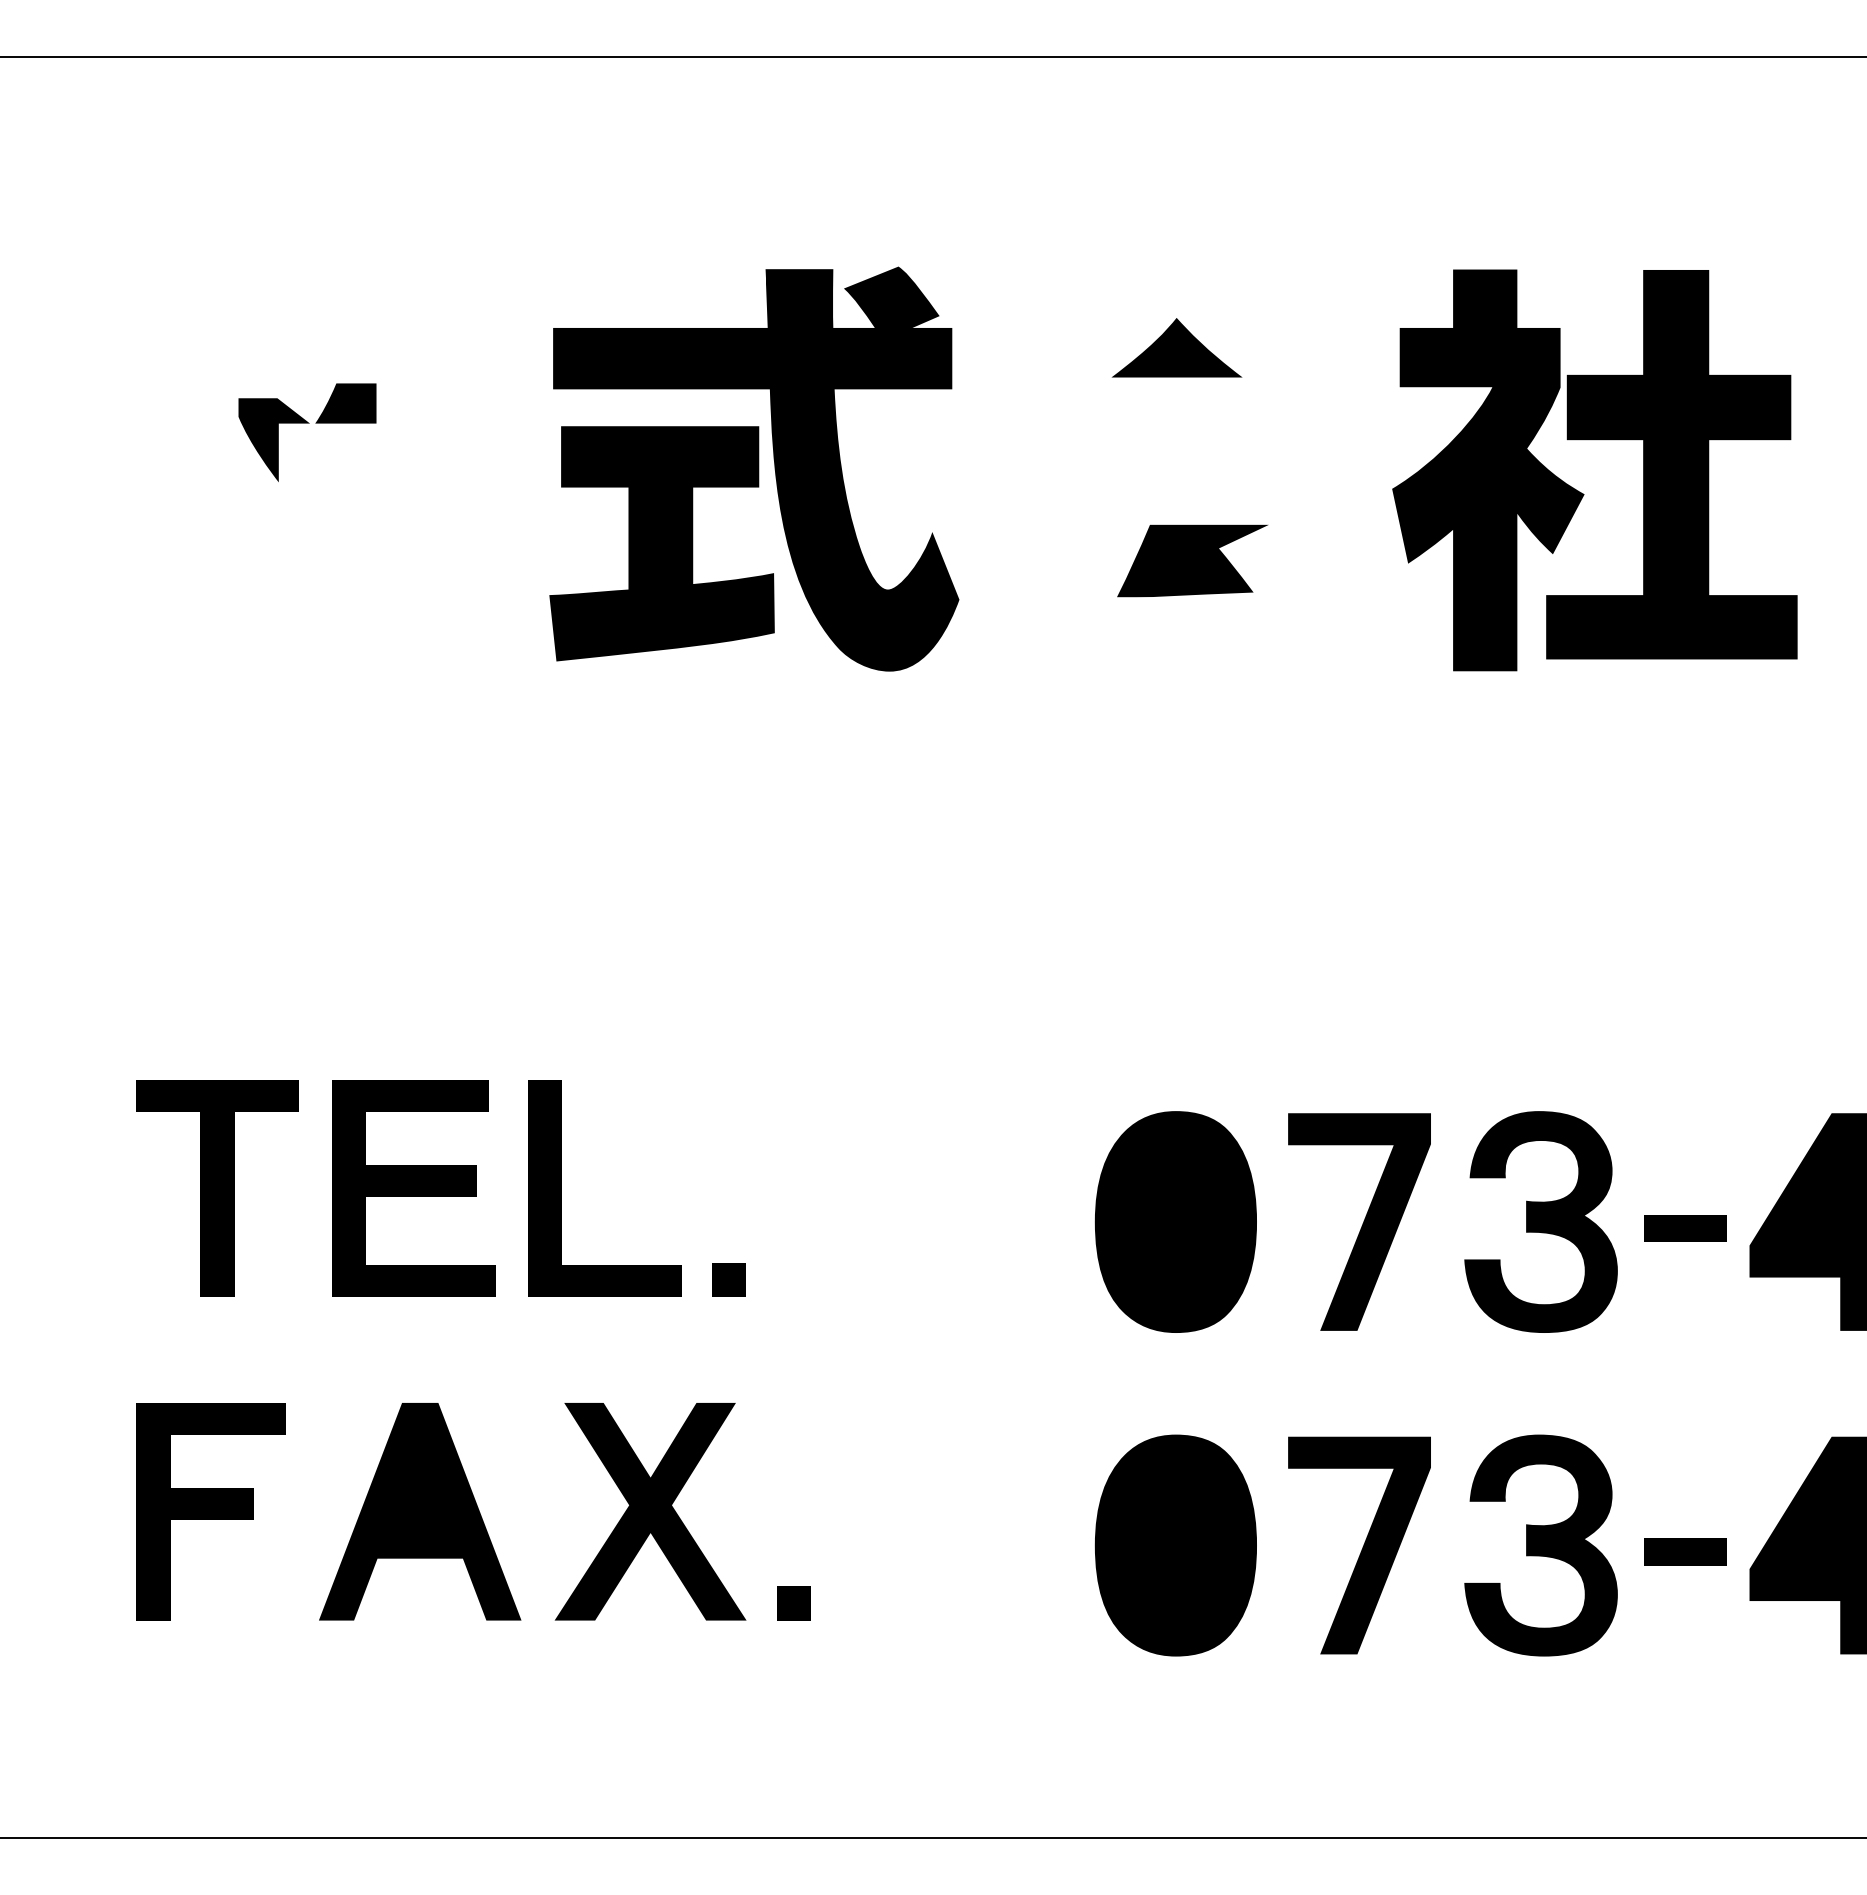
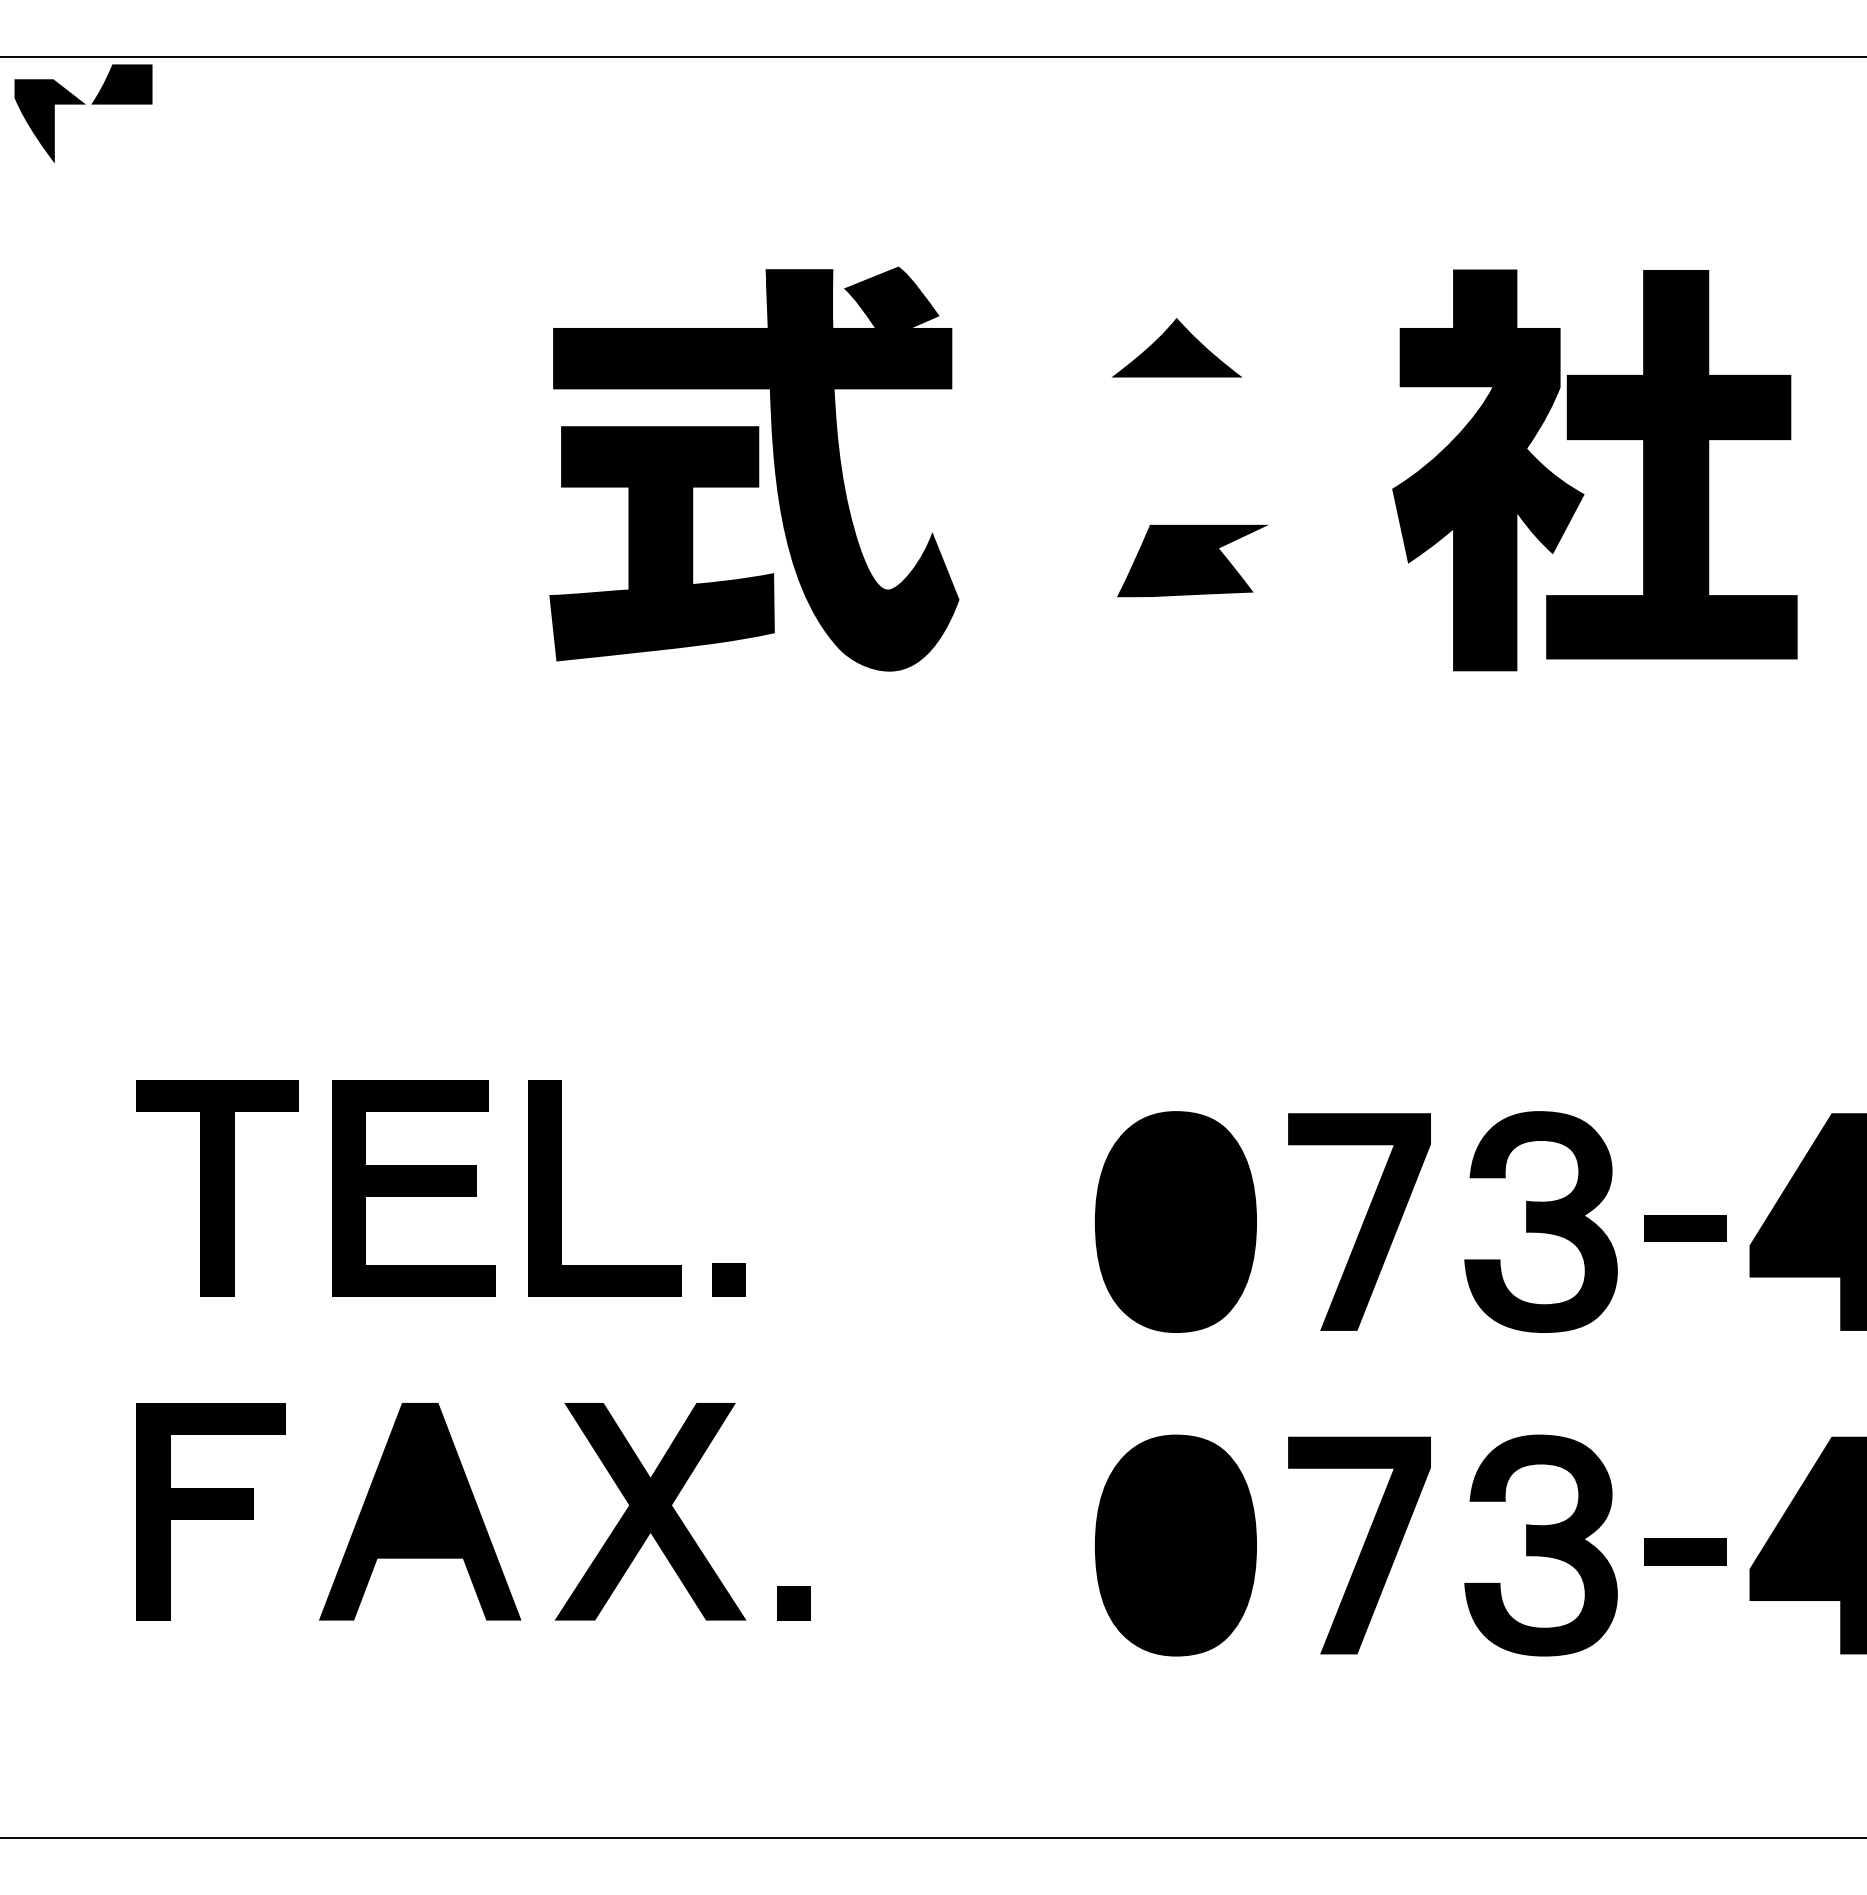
part at (307, 423) position: (307, 423) -> (83, 104)
